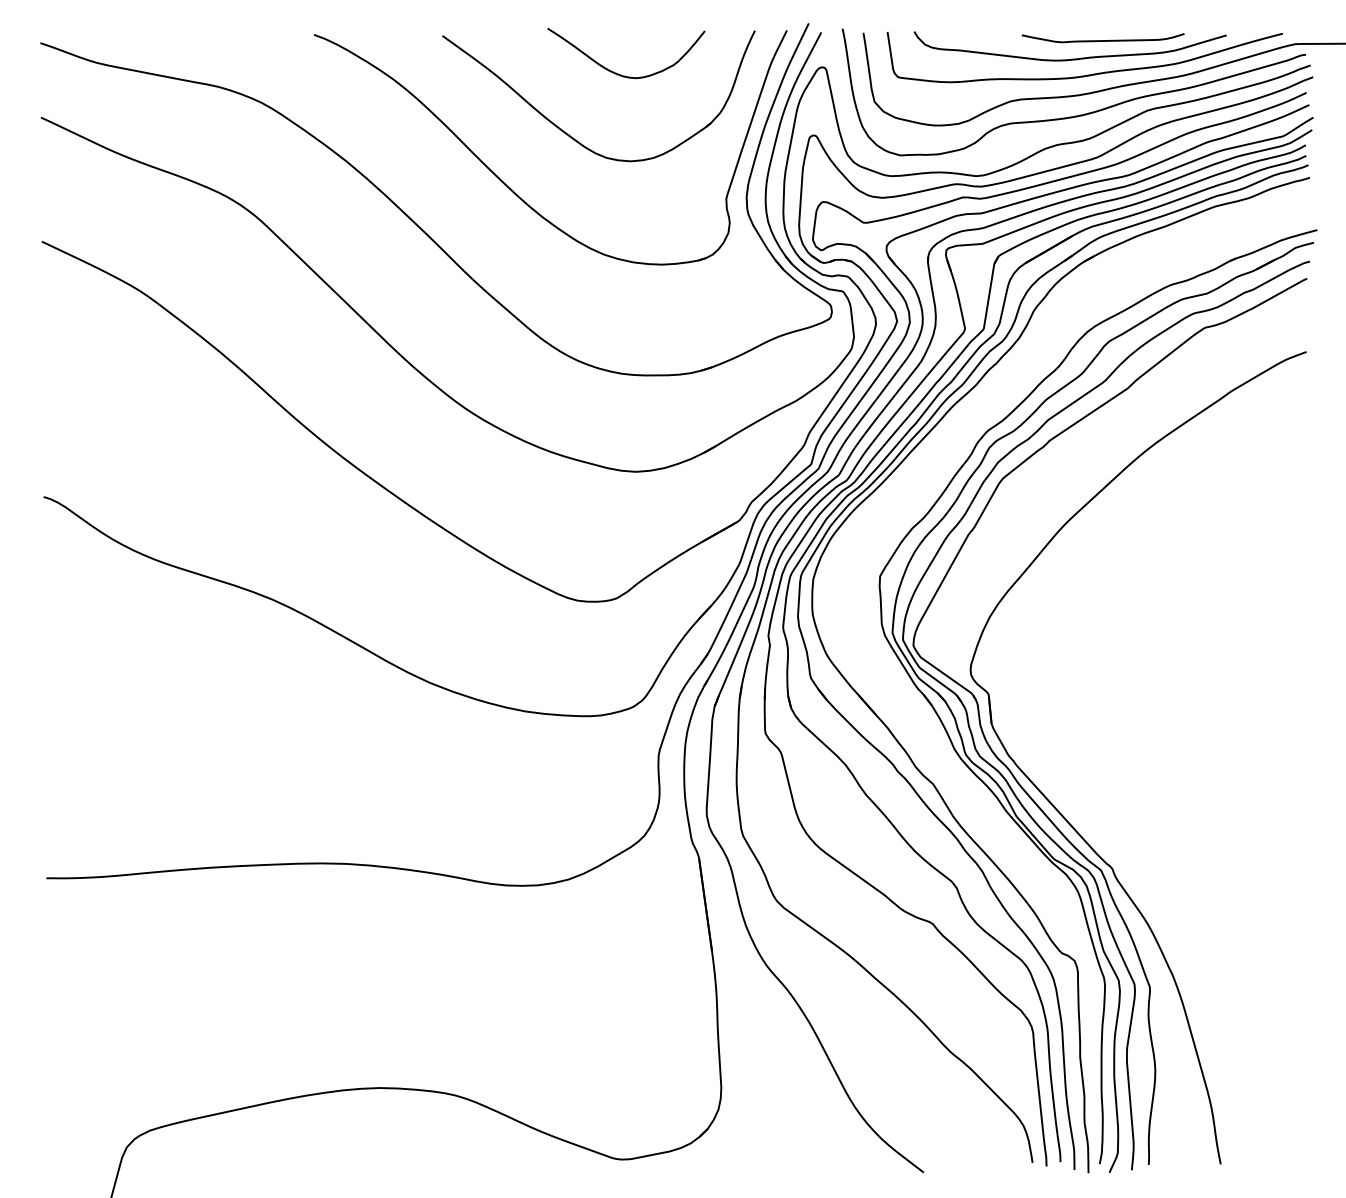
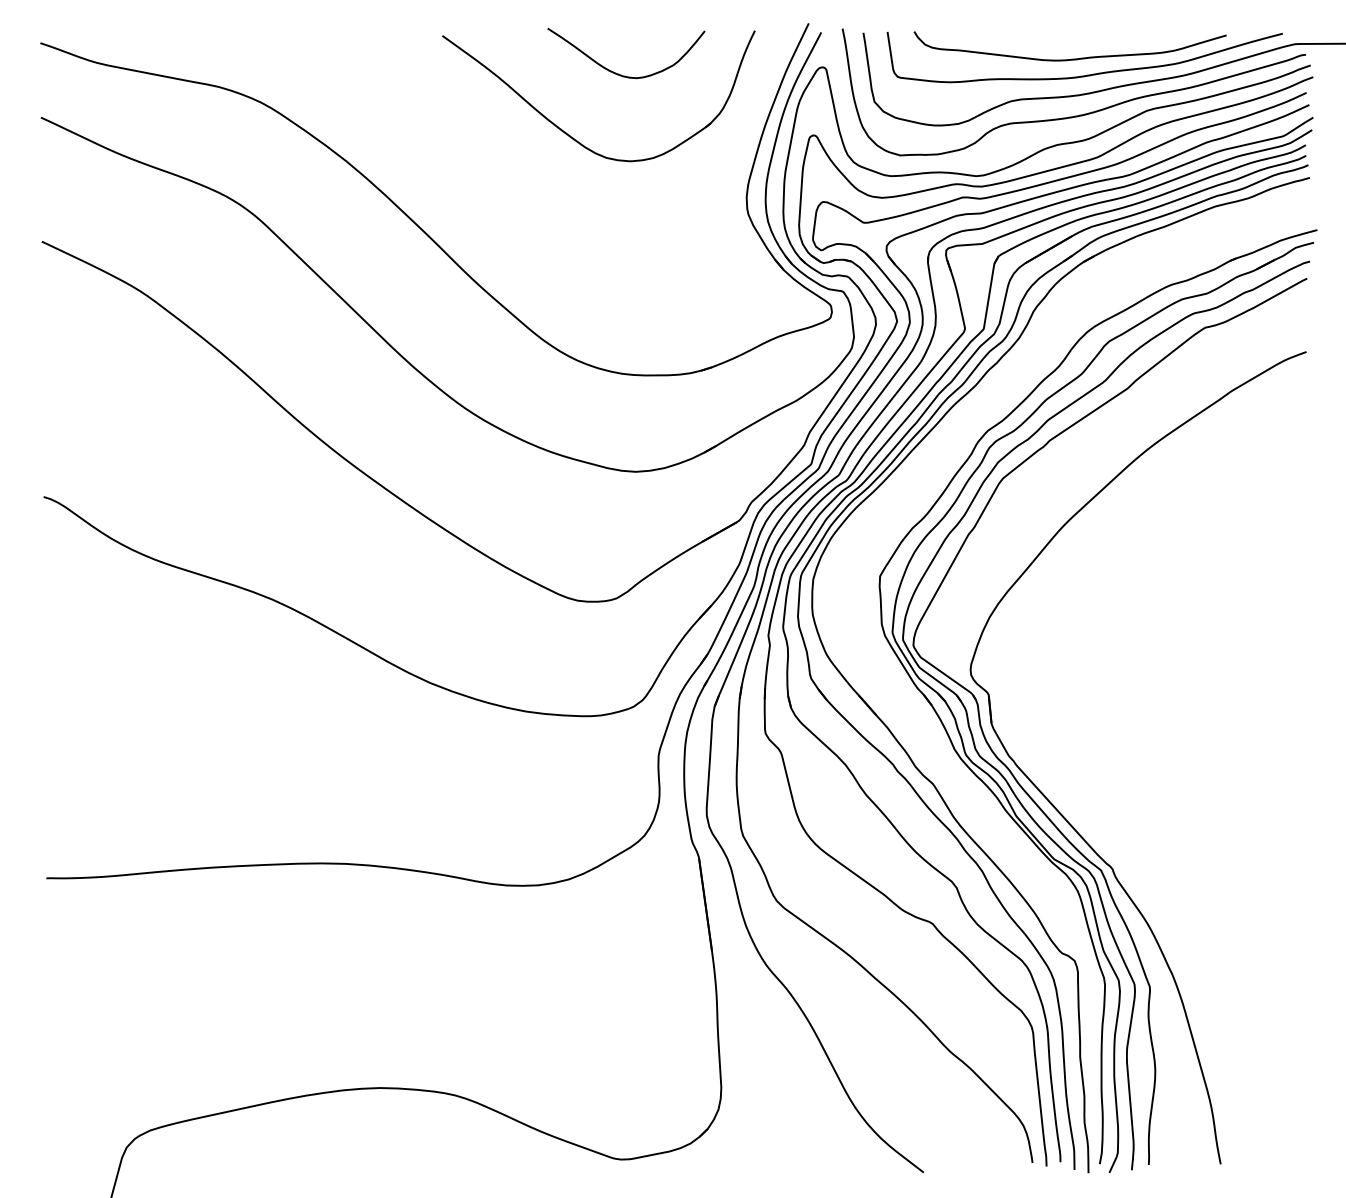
curve at (1102, 40): present -> none
part at (511, 188): present -> none
